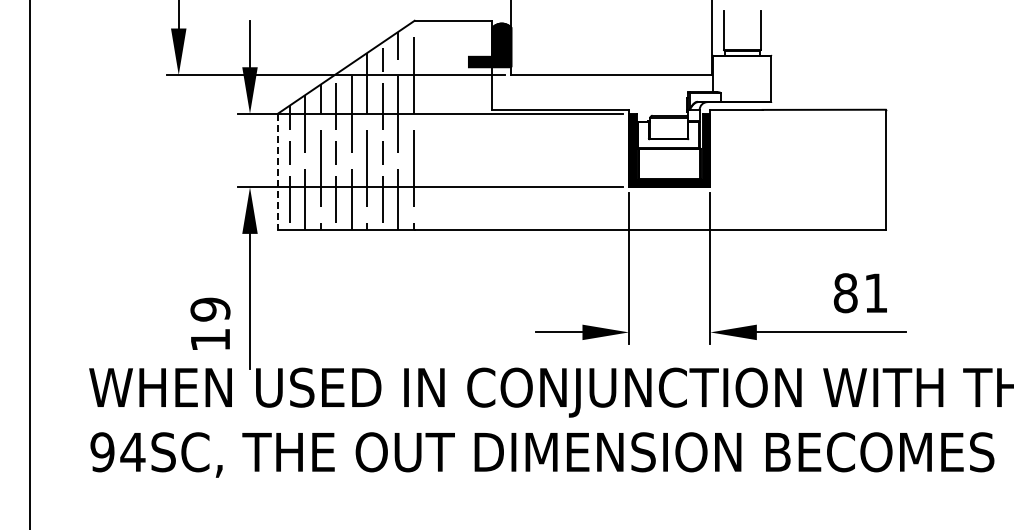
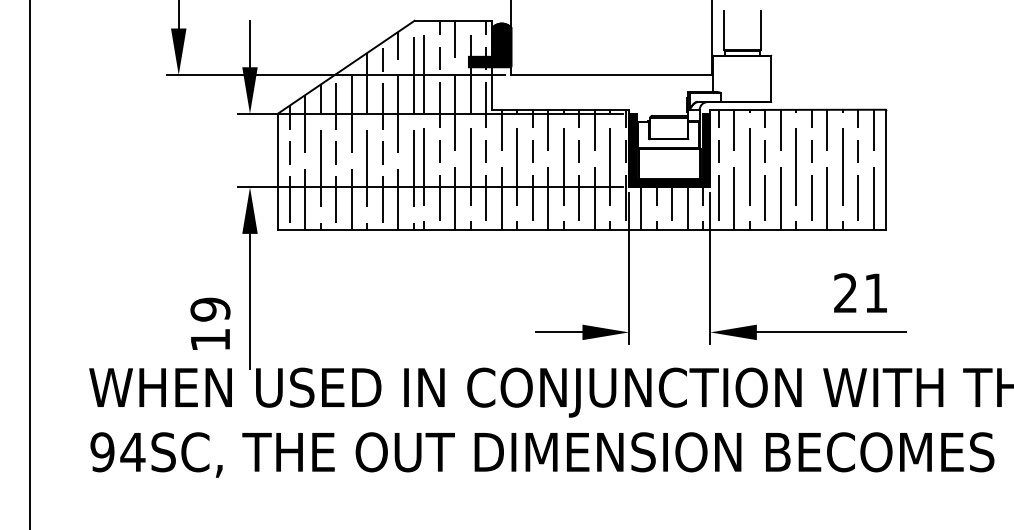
hatch at (648, 125): none -> present
line at (277, 172): dashed -> solid
text at (845, 293): 81 -> 21
